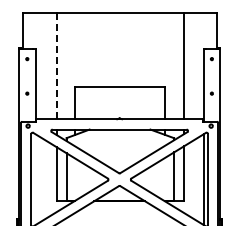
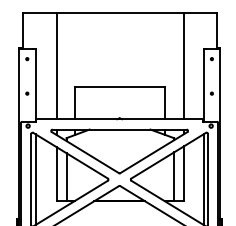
line at (56, 66): dashed -> solid
line at (35, 178): none -> present
